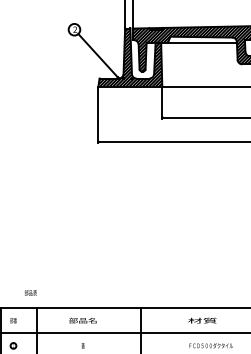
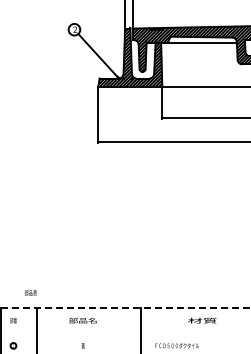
line at (125, 308): solid -> dashed
line at (124, 333): present -> none
text at (210, 345) position: (210, 345) -> (176, 345)
